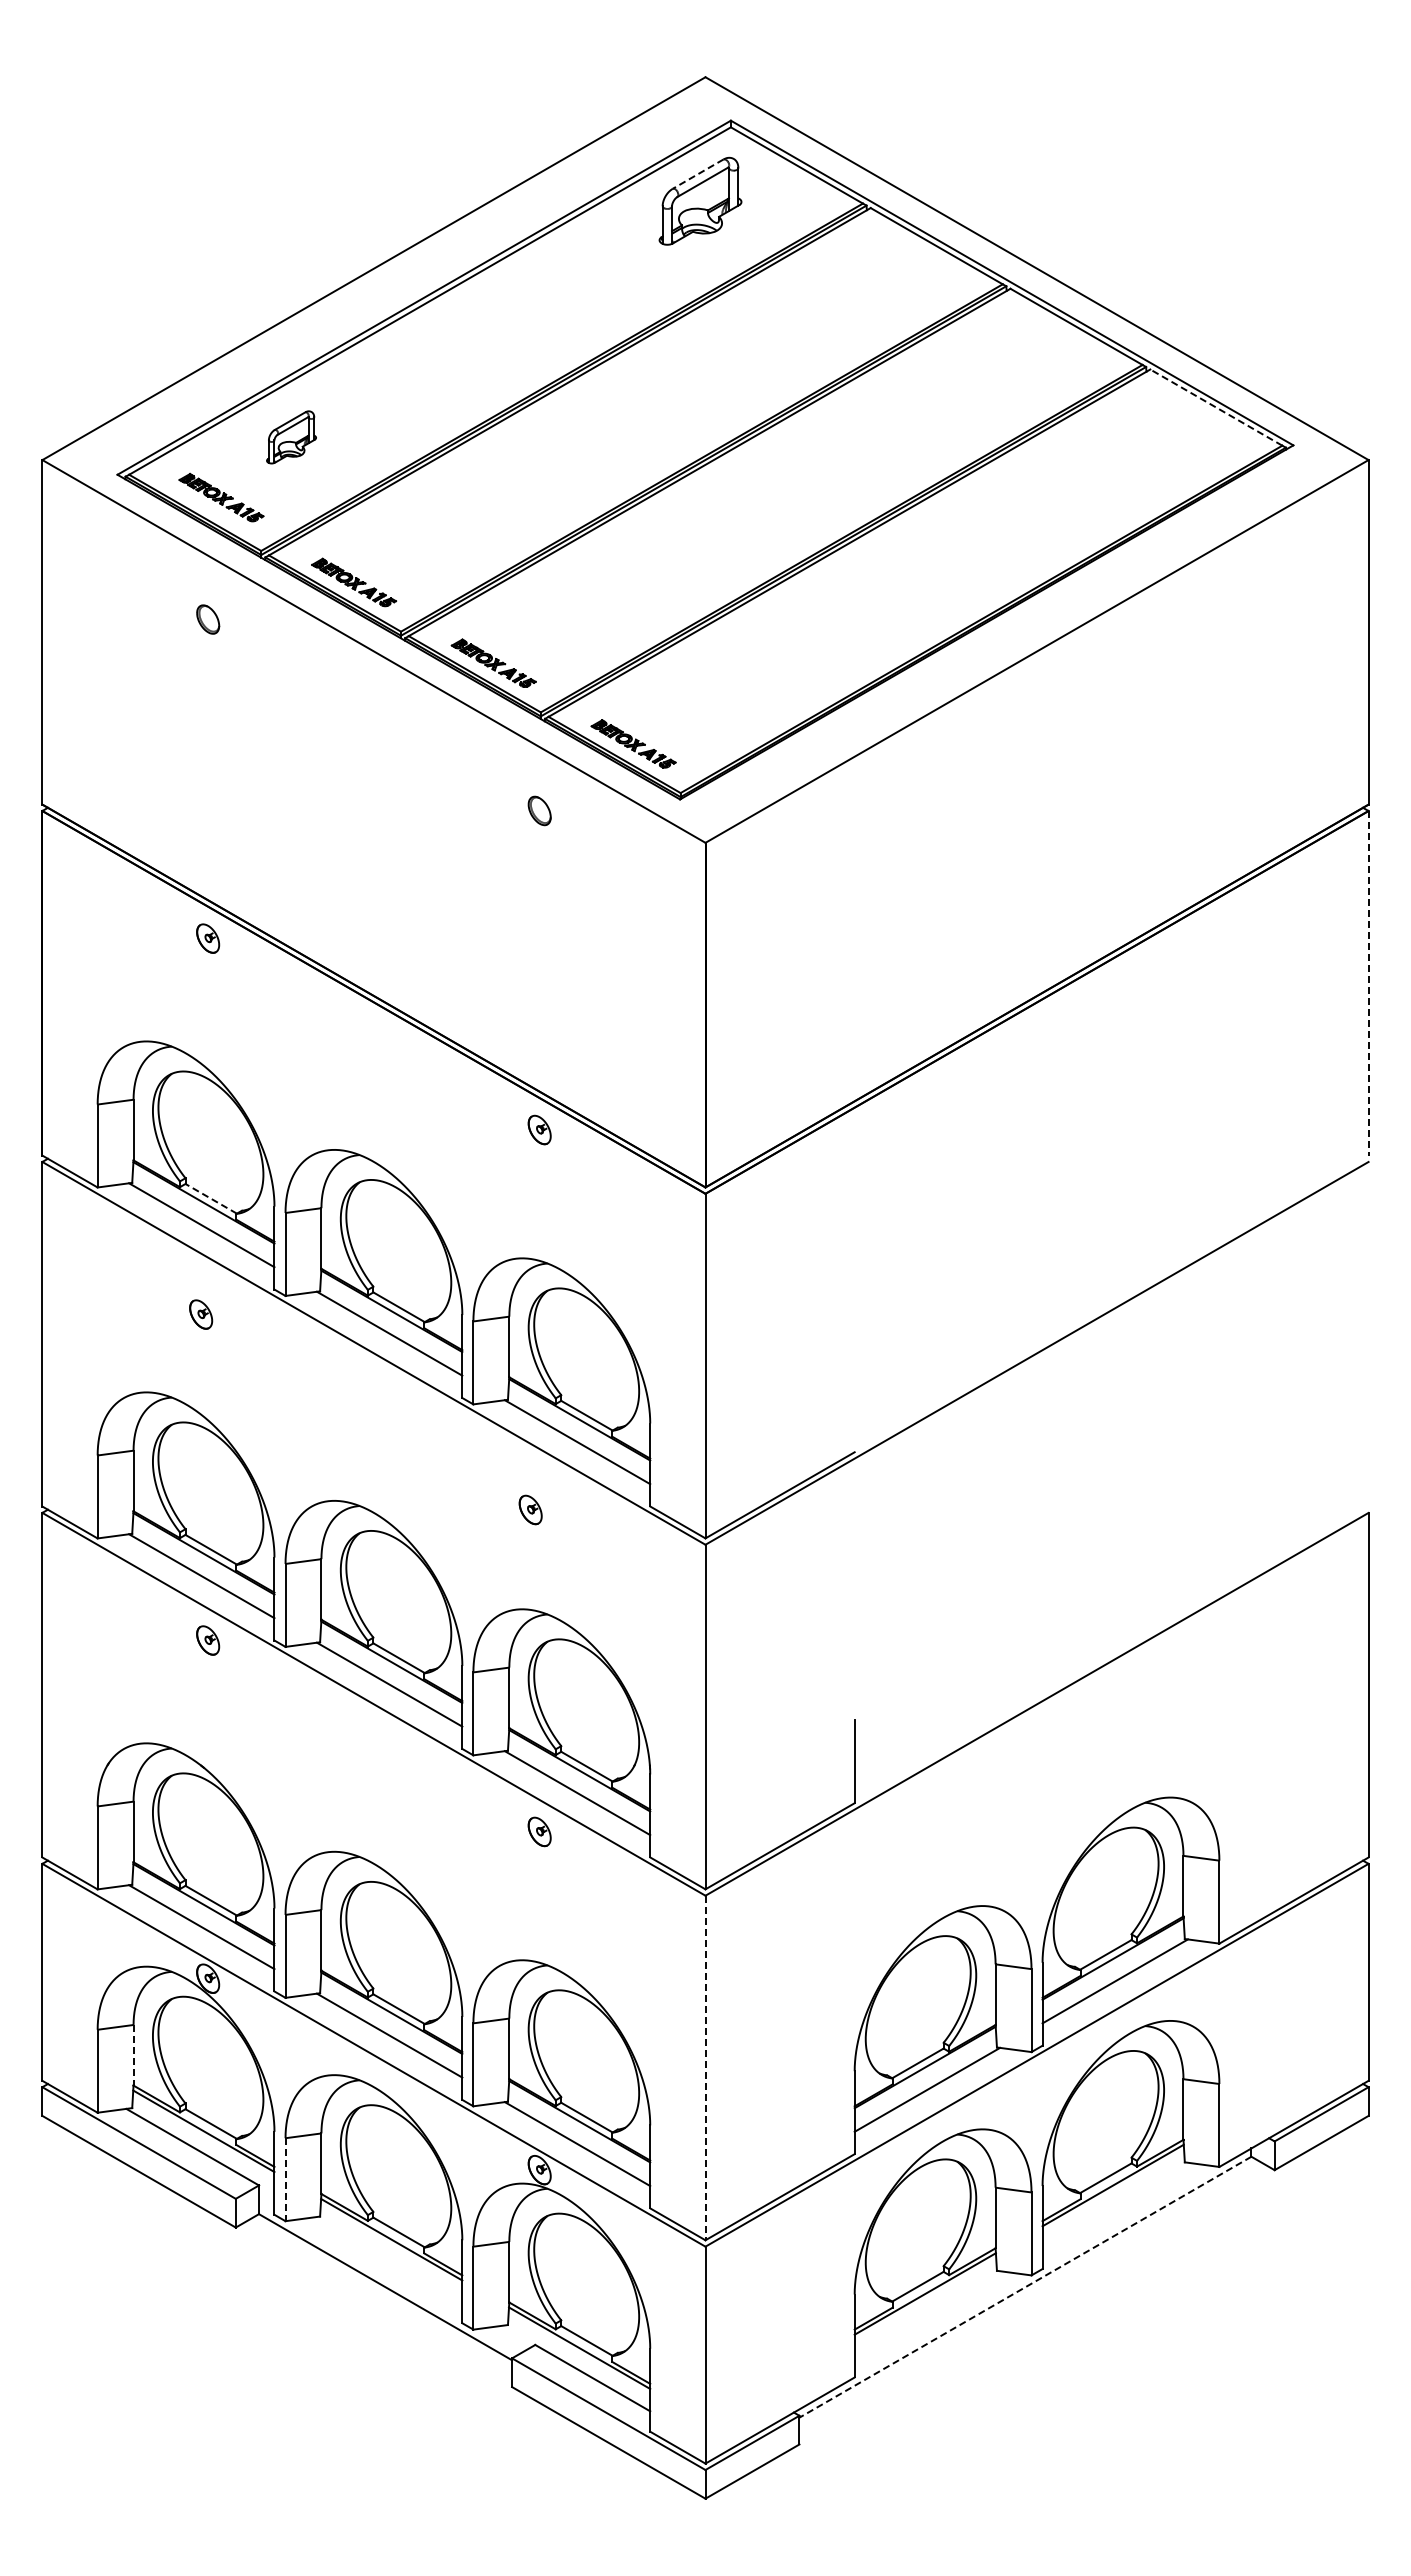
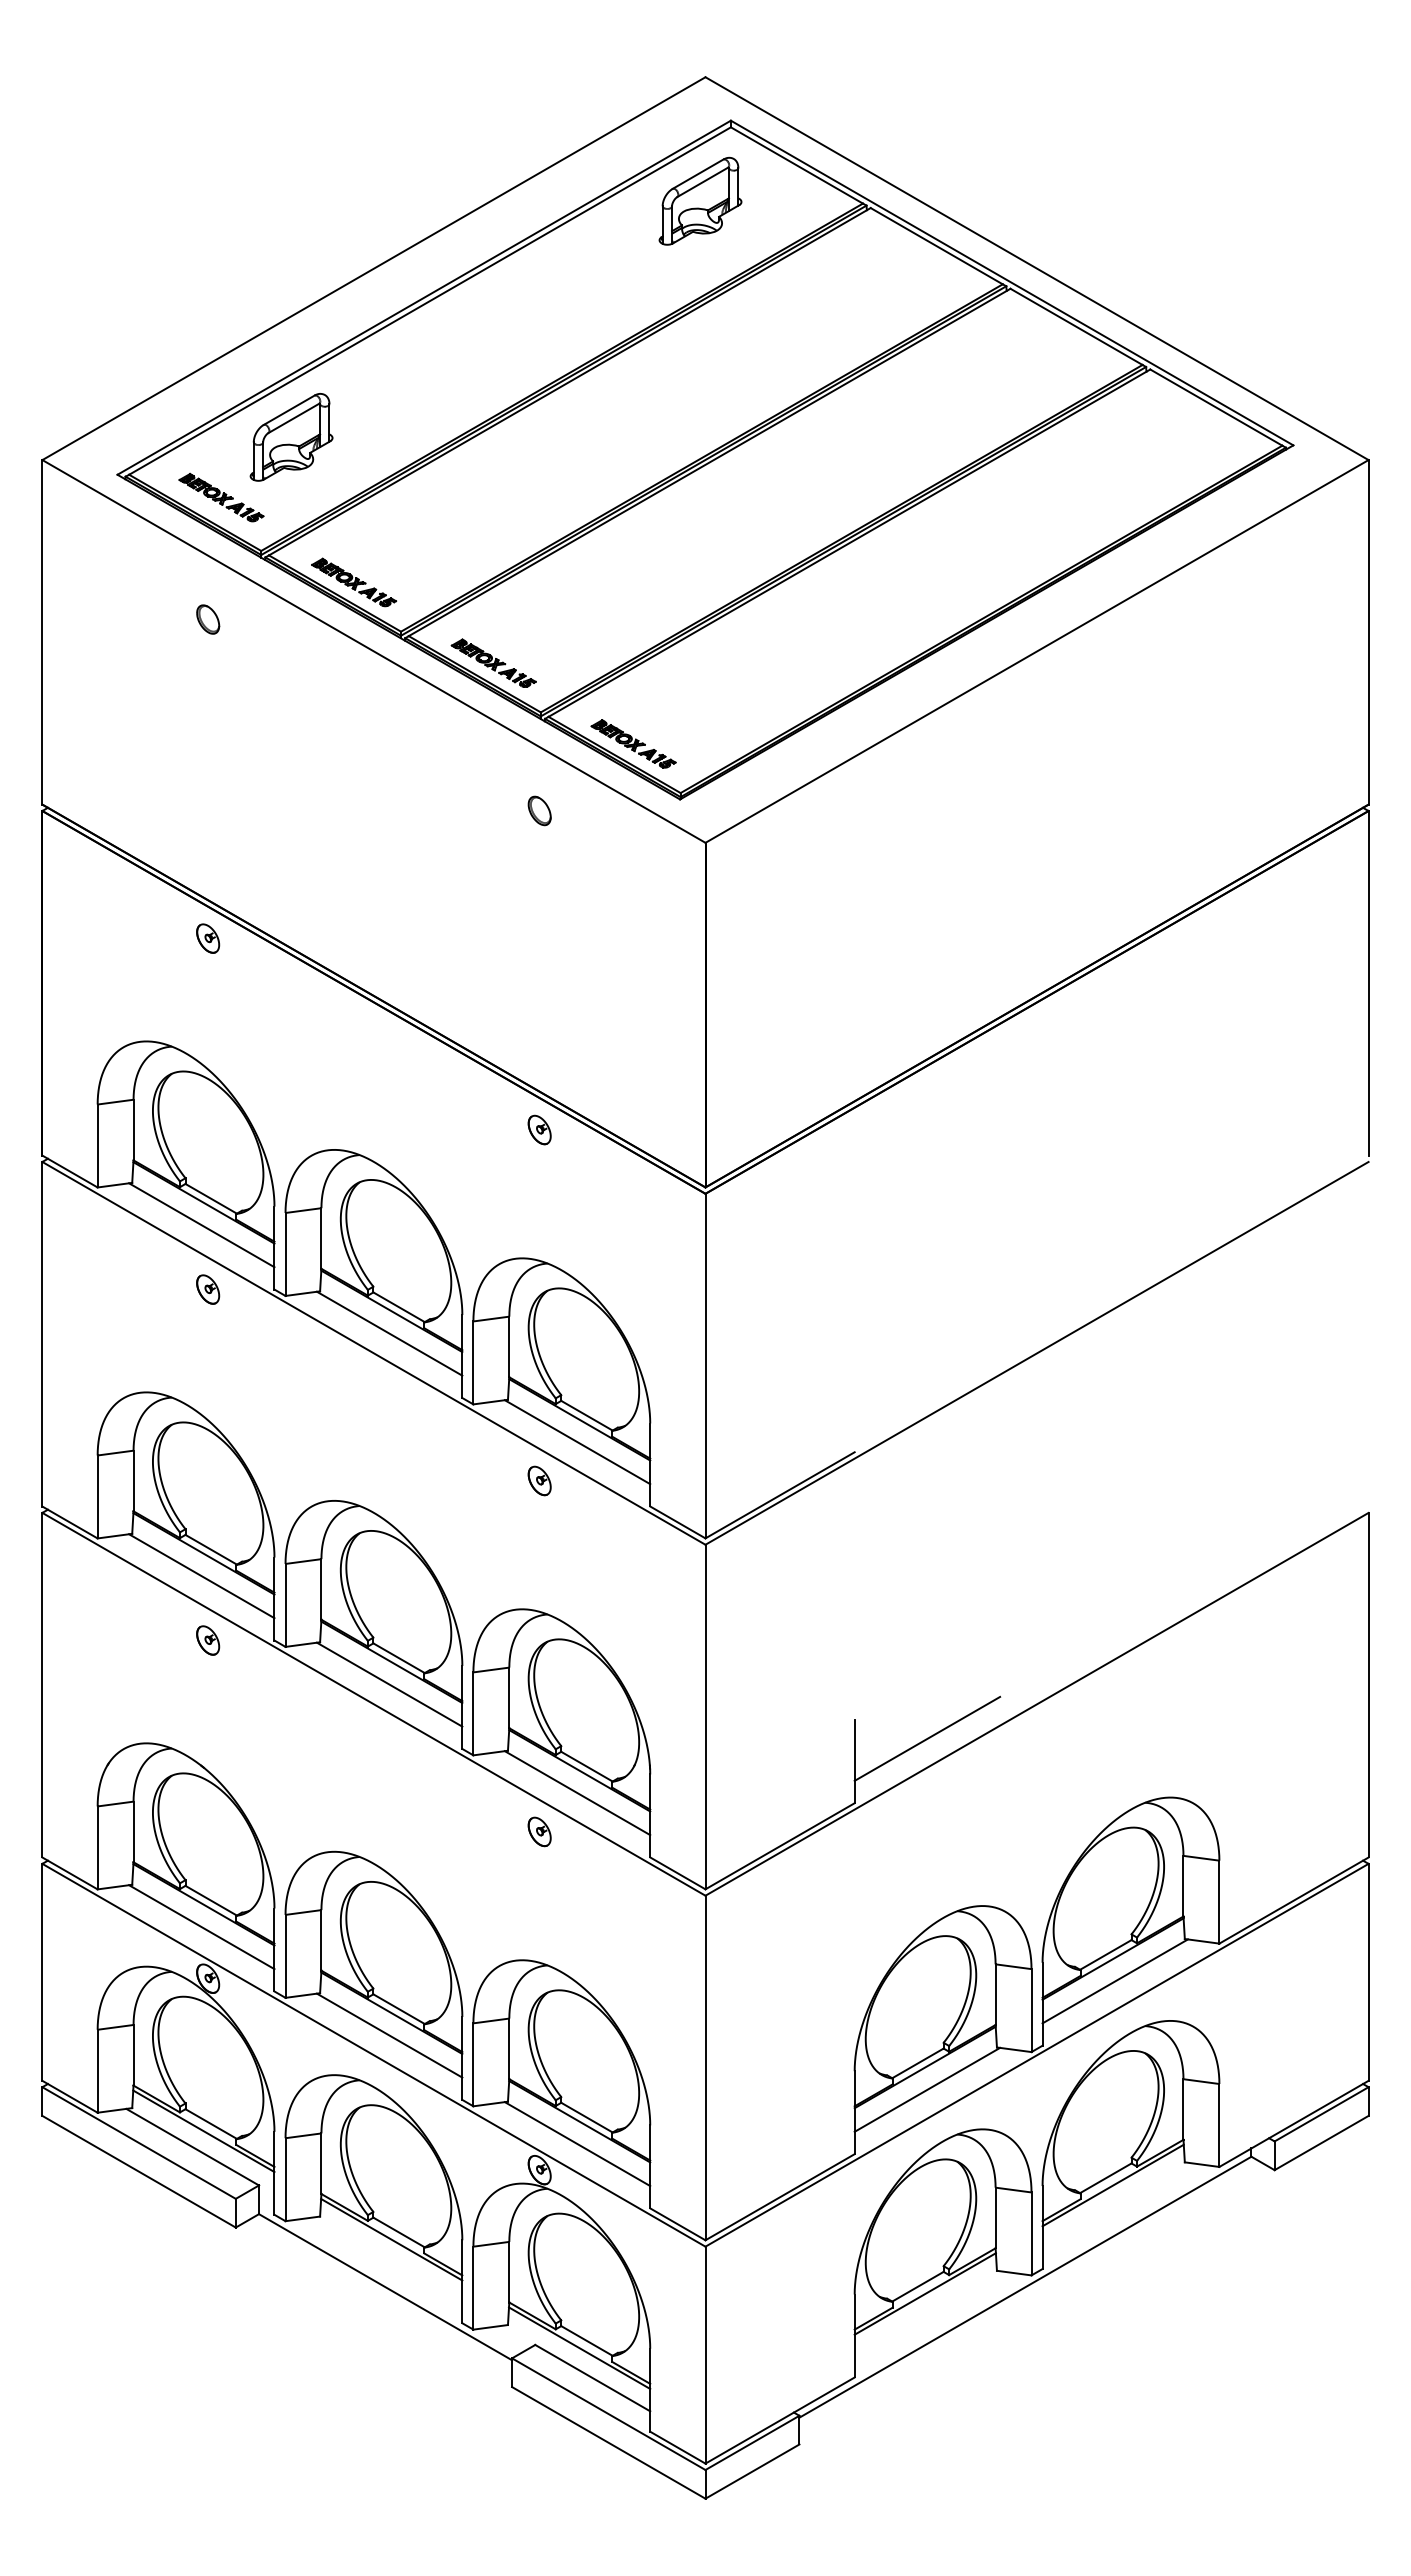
line at (697, 174): dashed -> solid
line at (1215, 407): dashed -> solid
part at (291, 437) size: 51x55 px -> 85x89 px
line at (1368, 983): dashed -> solid
line at (211, 1198): dashed -> solid
part at (201, 1314) position: (201, 1314) -> (208, 1289)
part at (530, 1509) position: (530, 1509) -> (539, 1480)
line at (927, 1738): none -> present
line at (133, 2055): dashed -> solid
line at (705, 2068): dashed -> solid
line at (285, 2180): dashed -> solid
line at (1025, 2287): dashed -> solid
